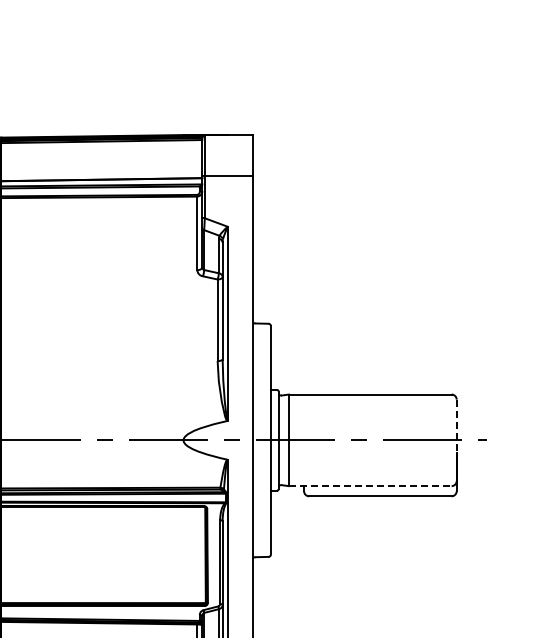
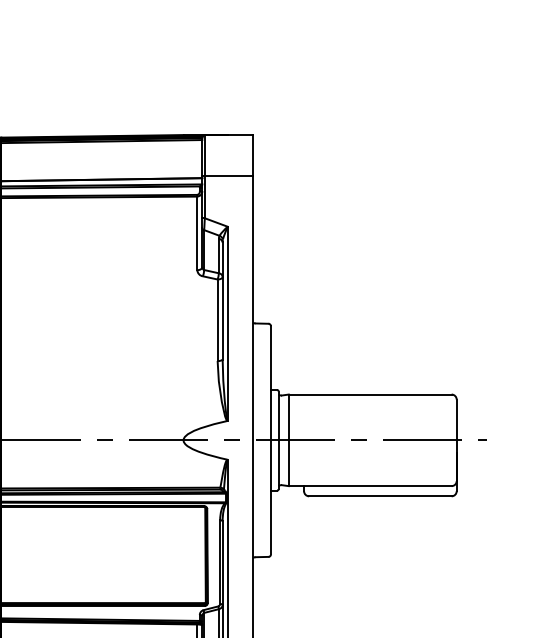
line at (456, 426): dashed -> solid
line at (370, 486): dashed -> solid
